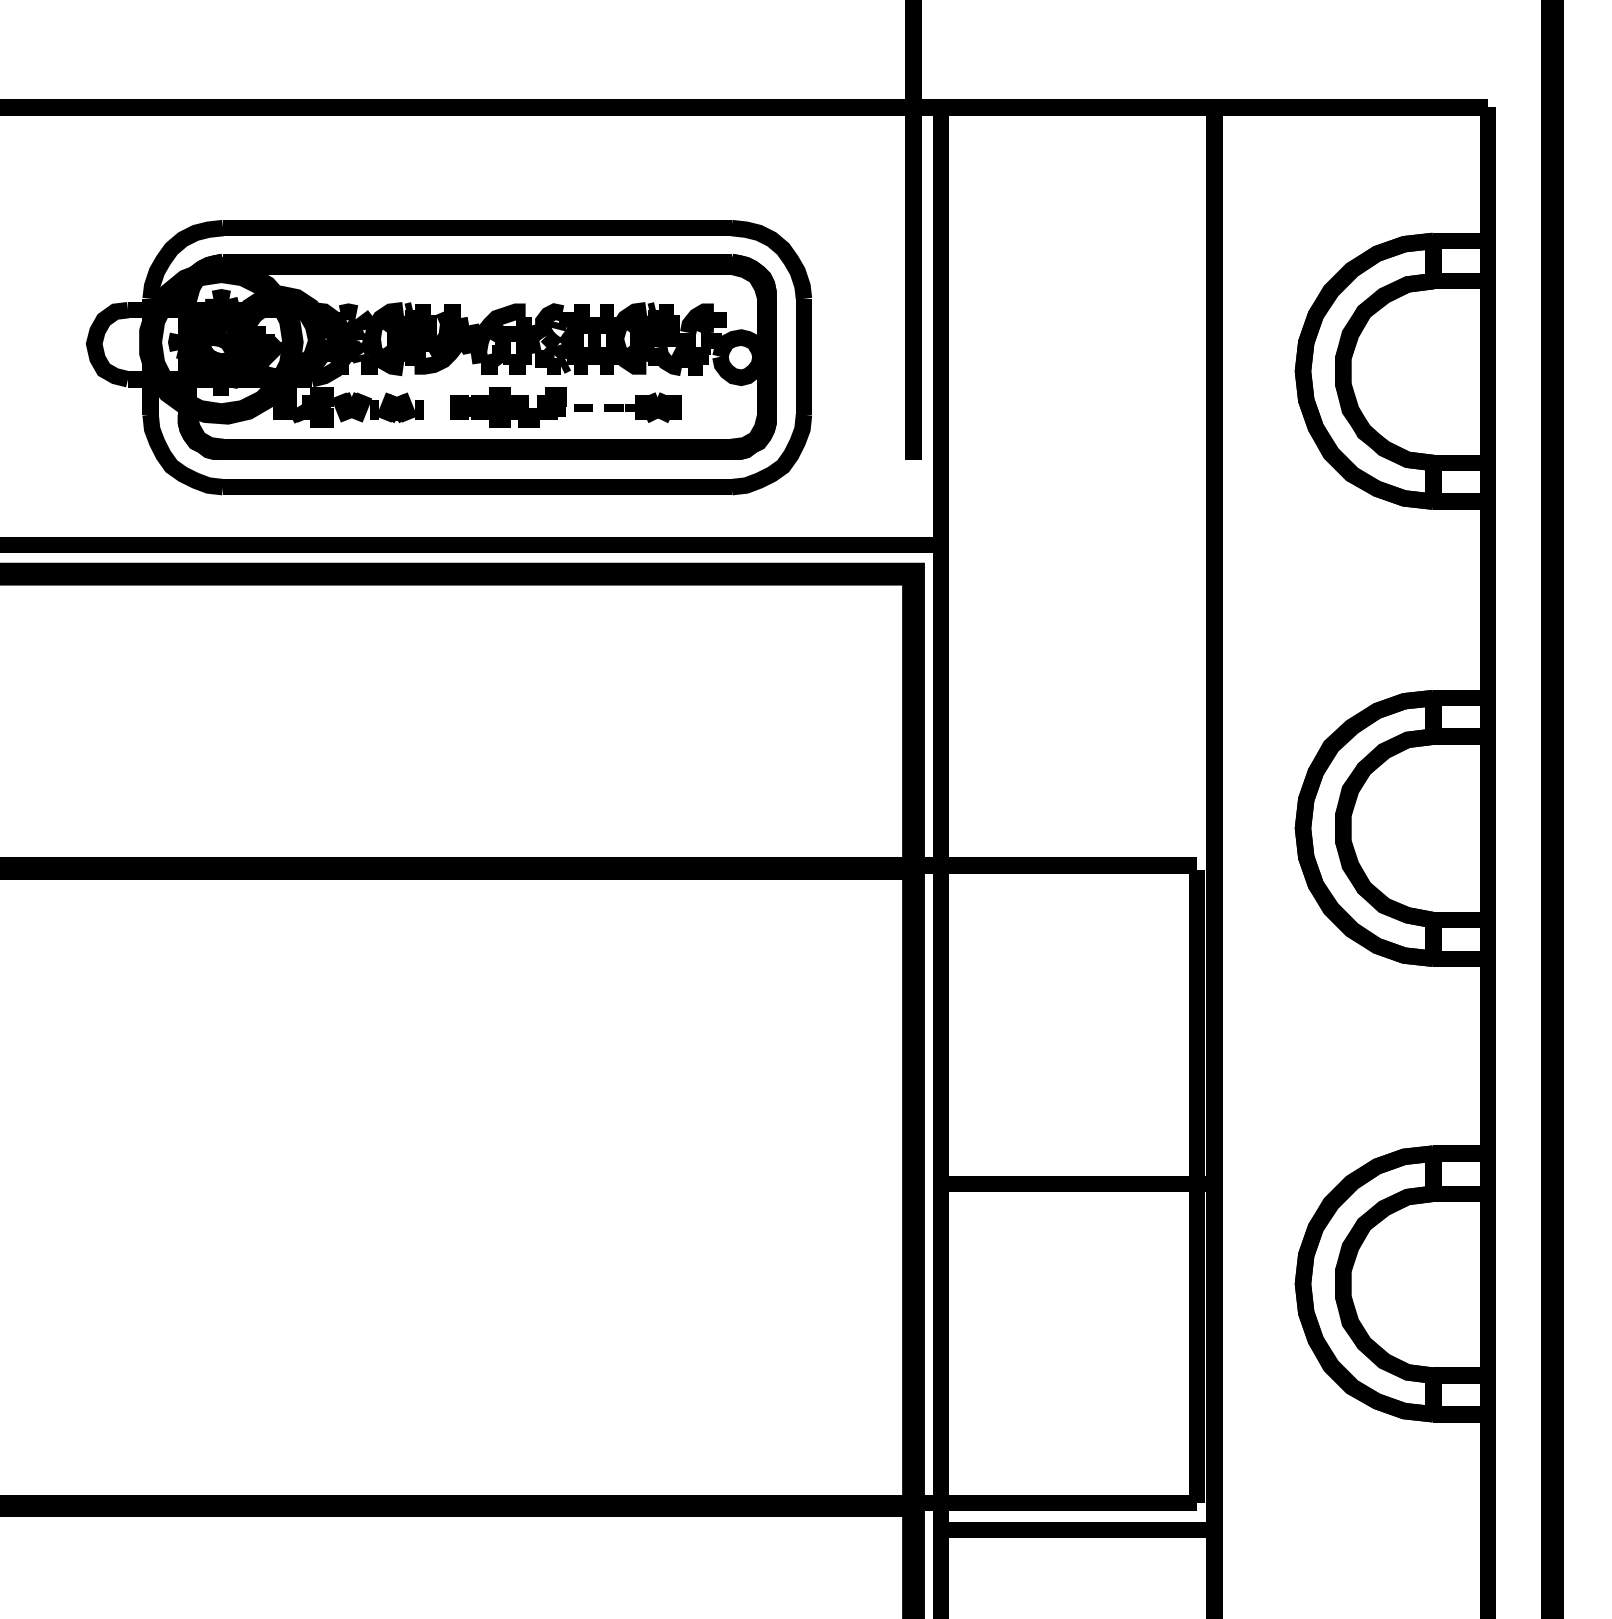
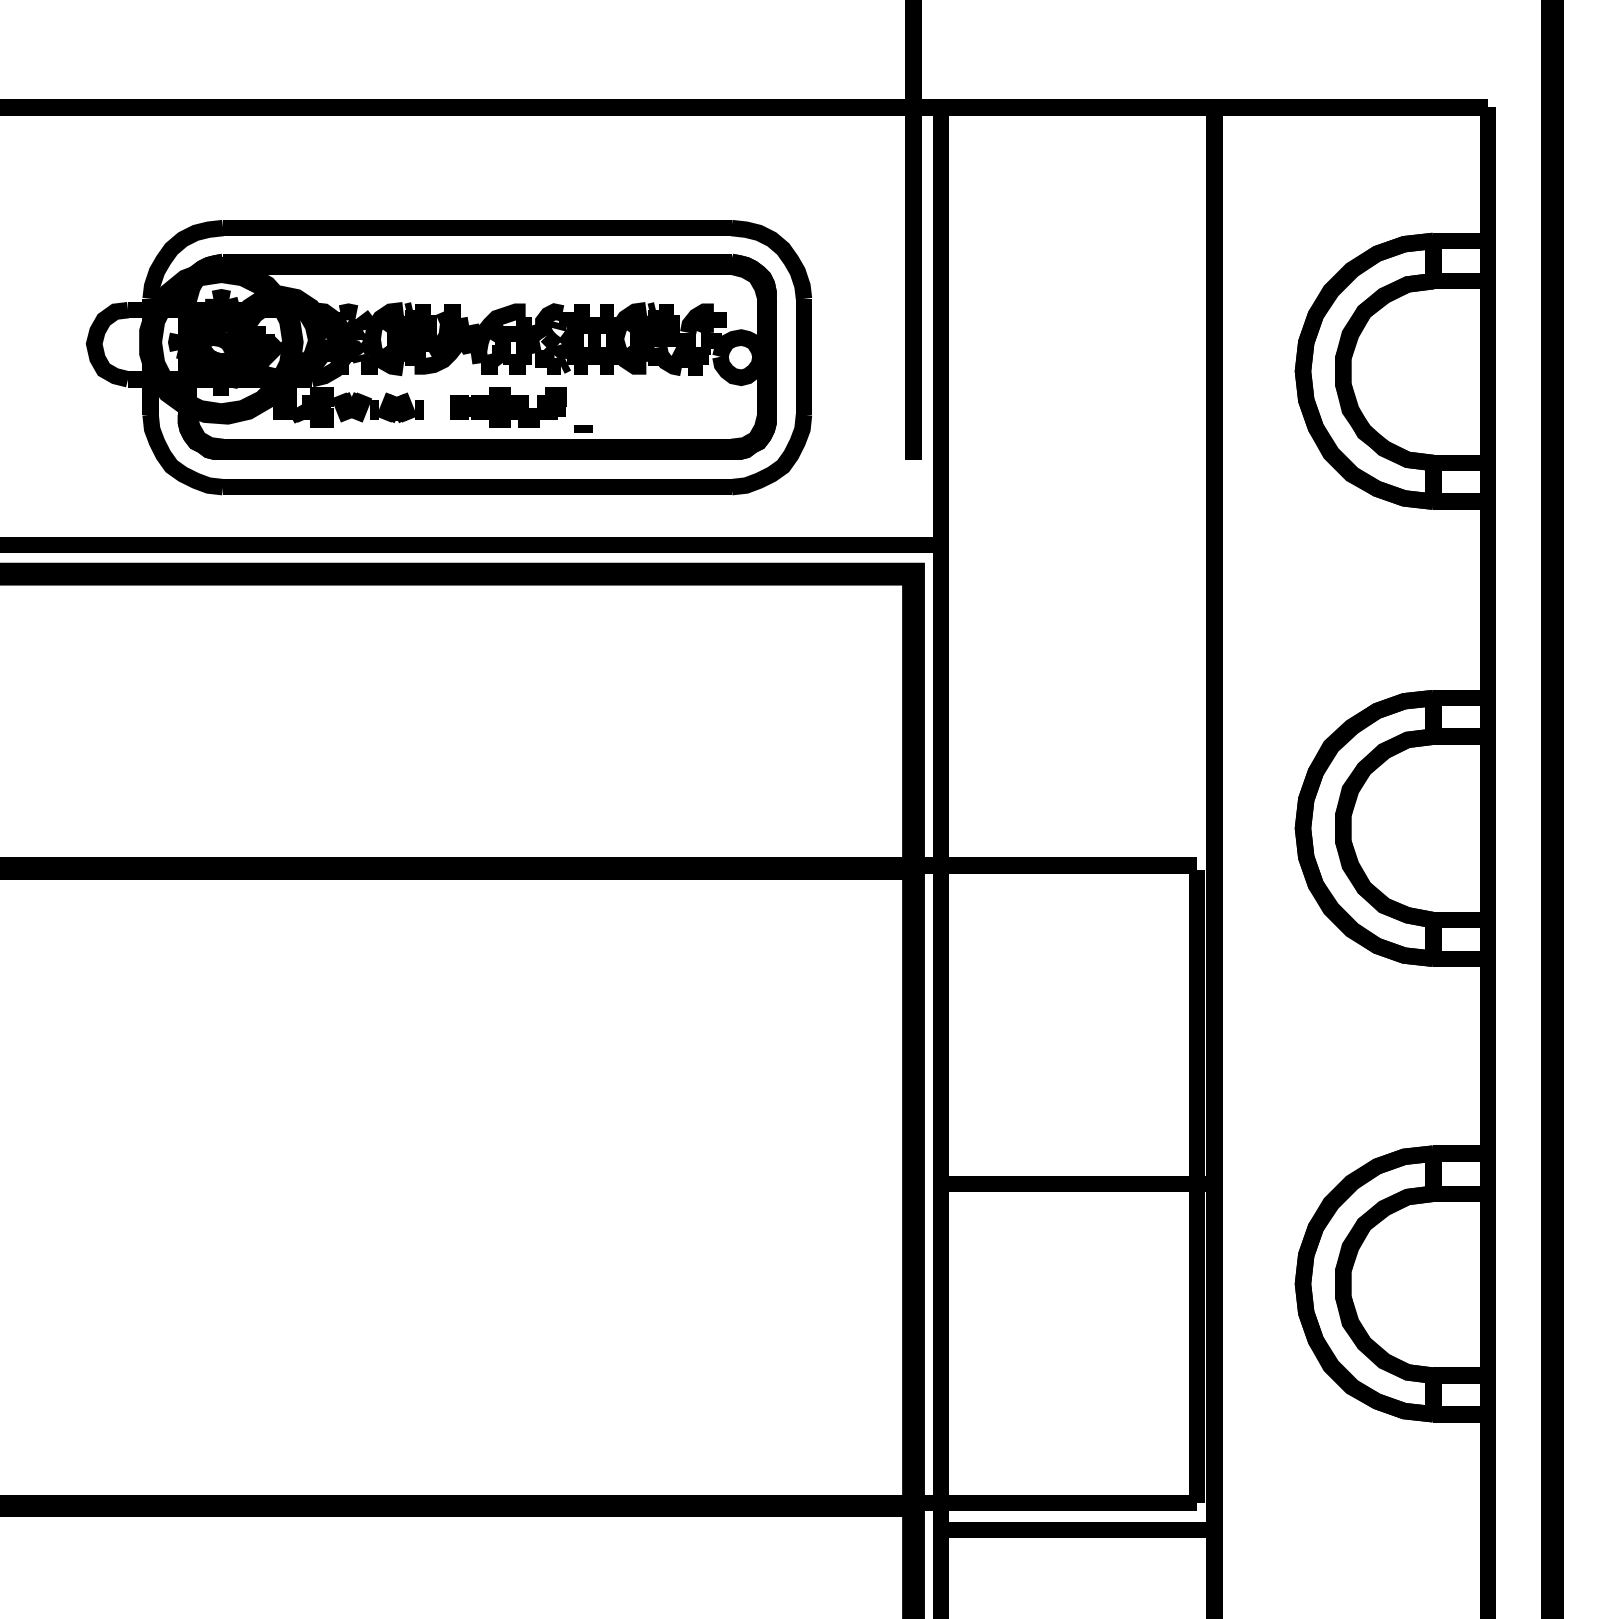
part at (583, 407) position: (583, 407) -> (583, 428)
part at (642, 407): present -> none
